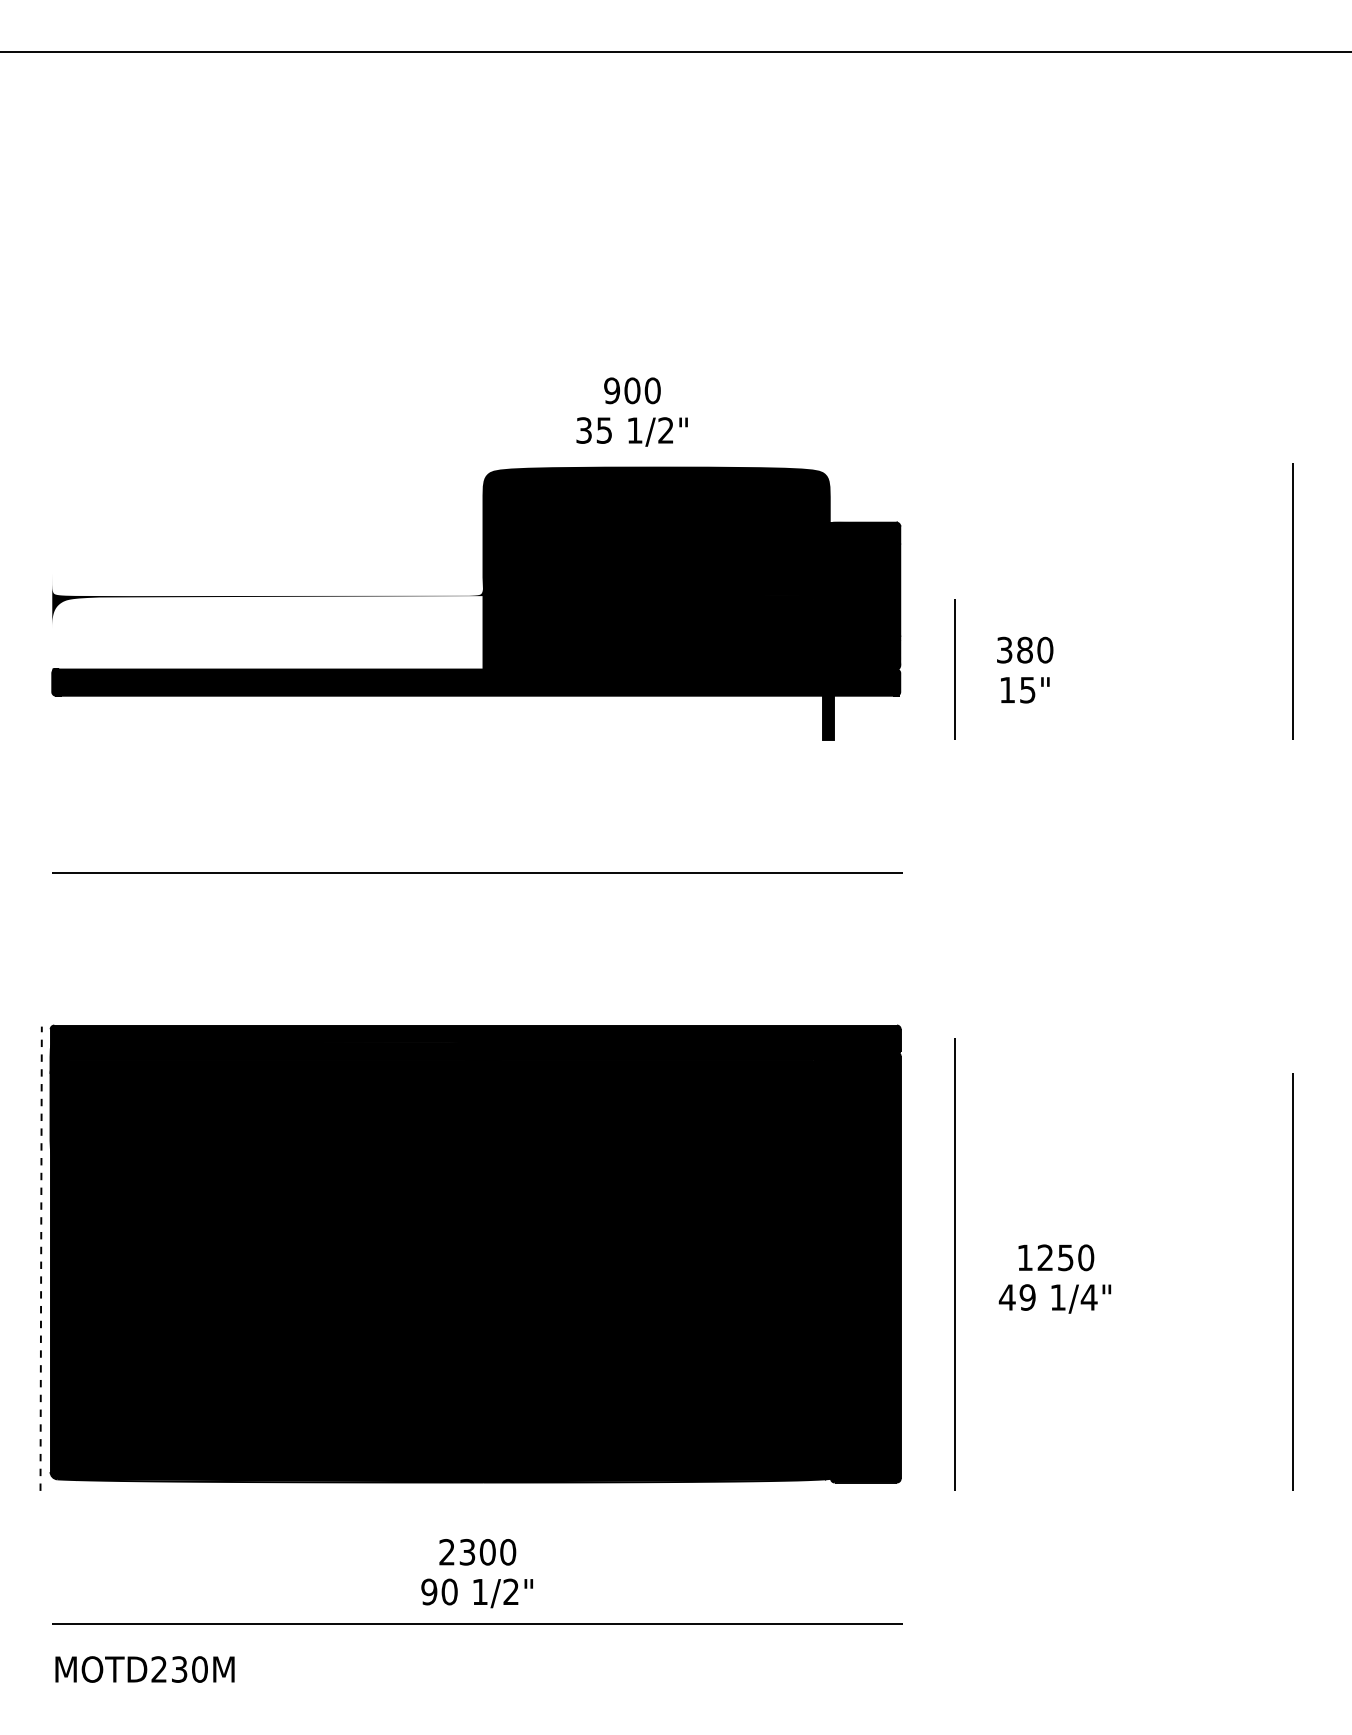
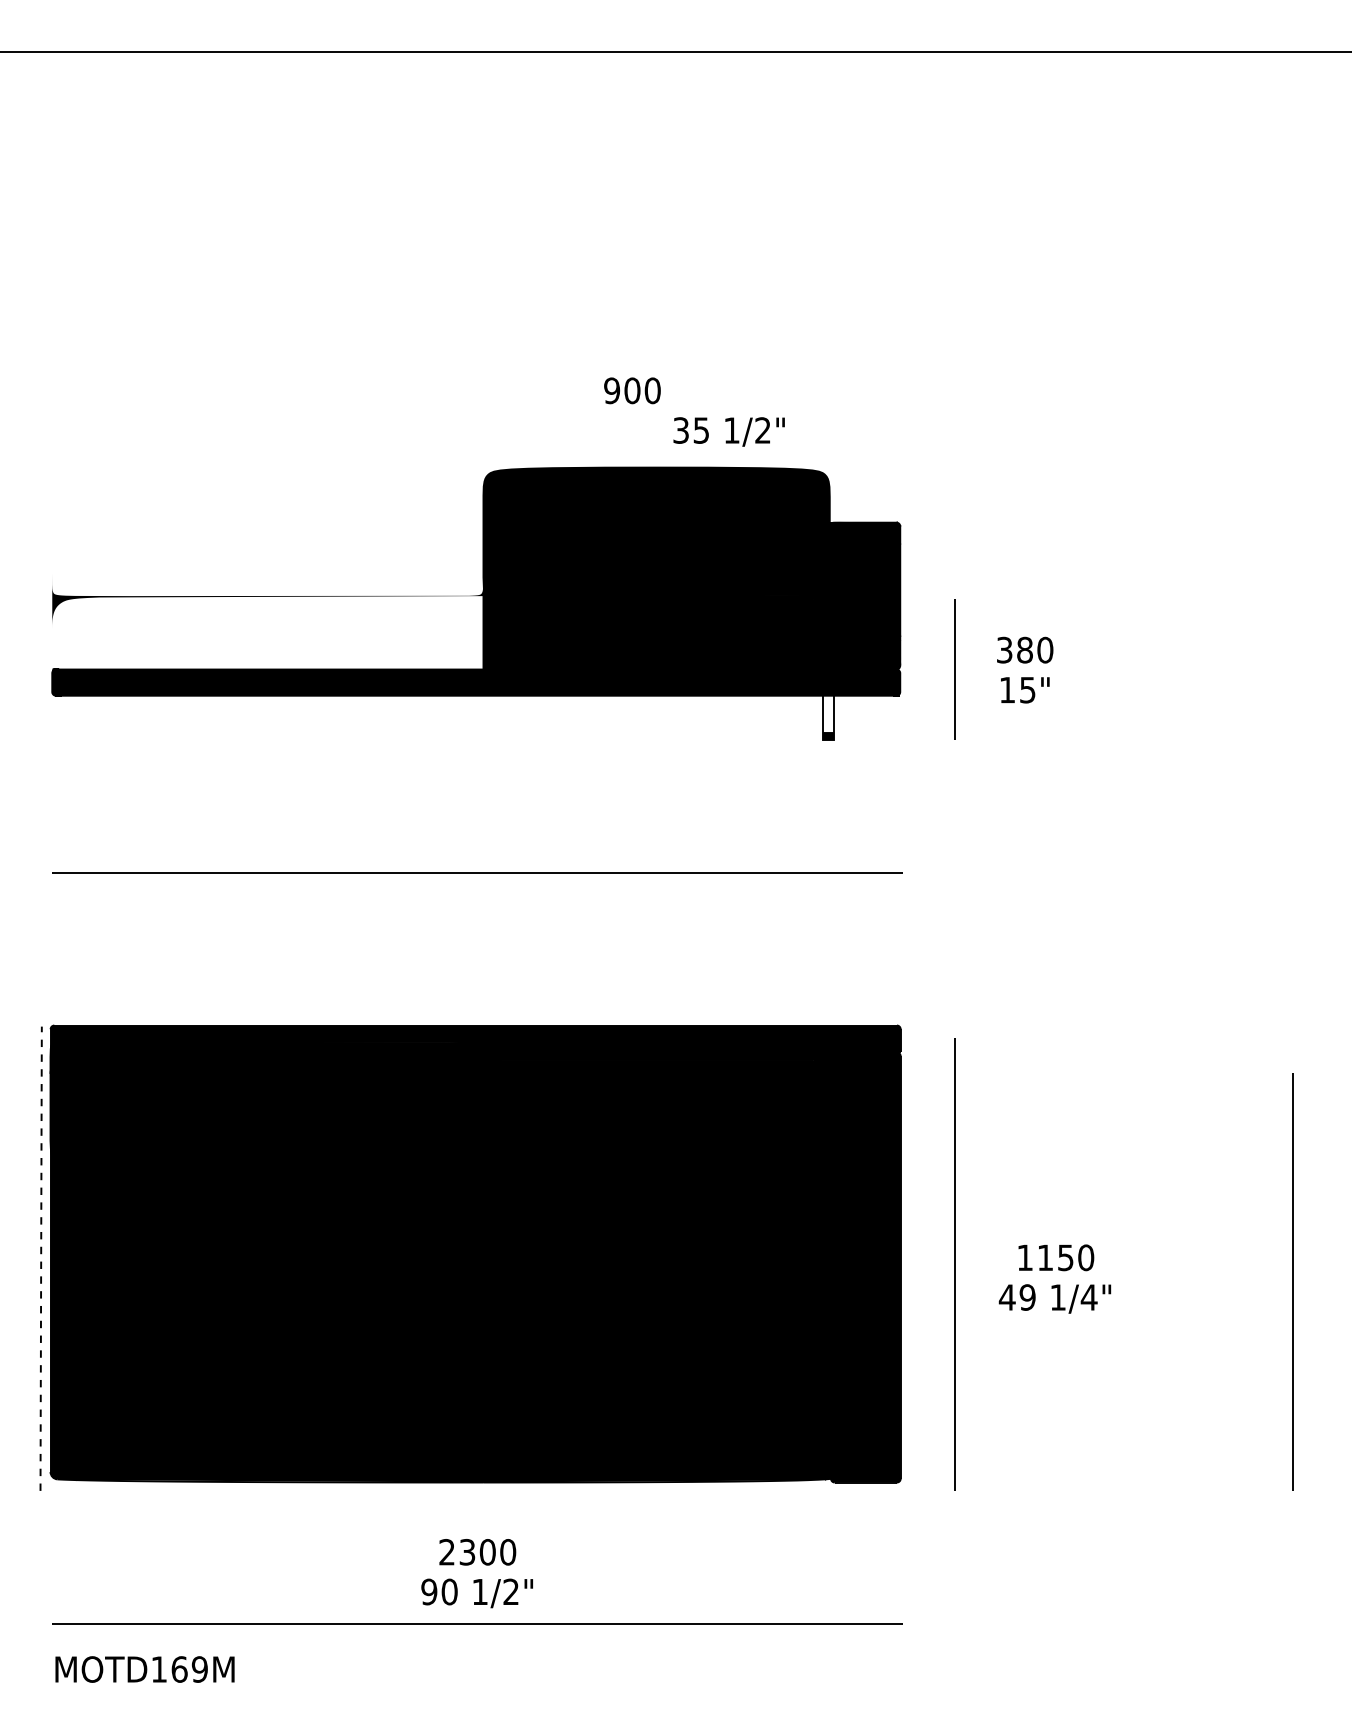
text at (631, 431) position: (631, 431) -> (728, 431)
line at (1292, 601): present -> none
fill at (827, 713): present -> none
text at (1044, 1257): 1250 -> 1150
text at (179, 1669): MOTD230M -> MOTD169M
